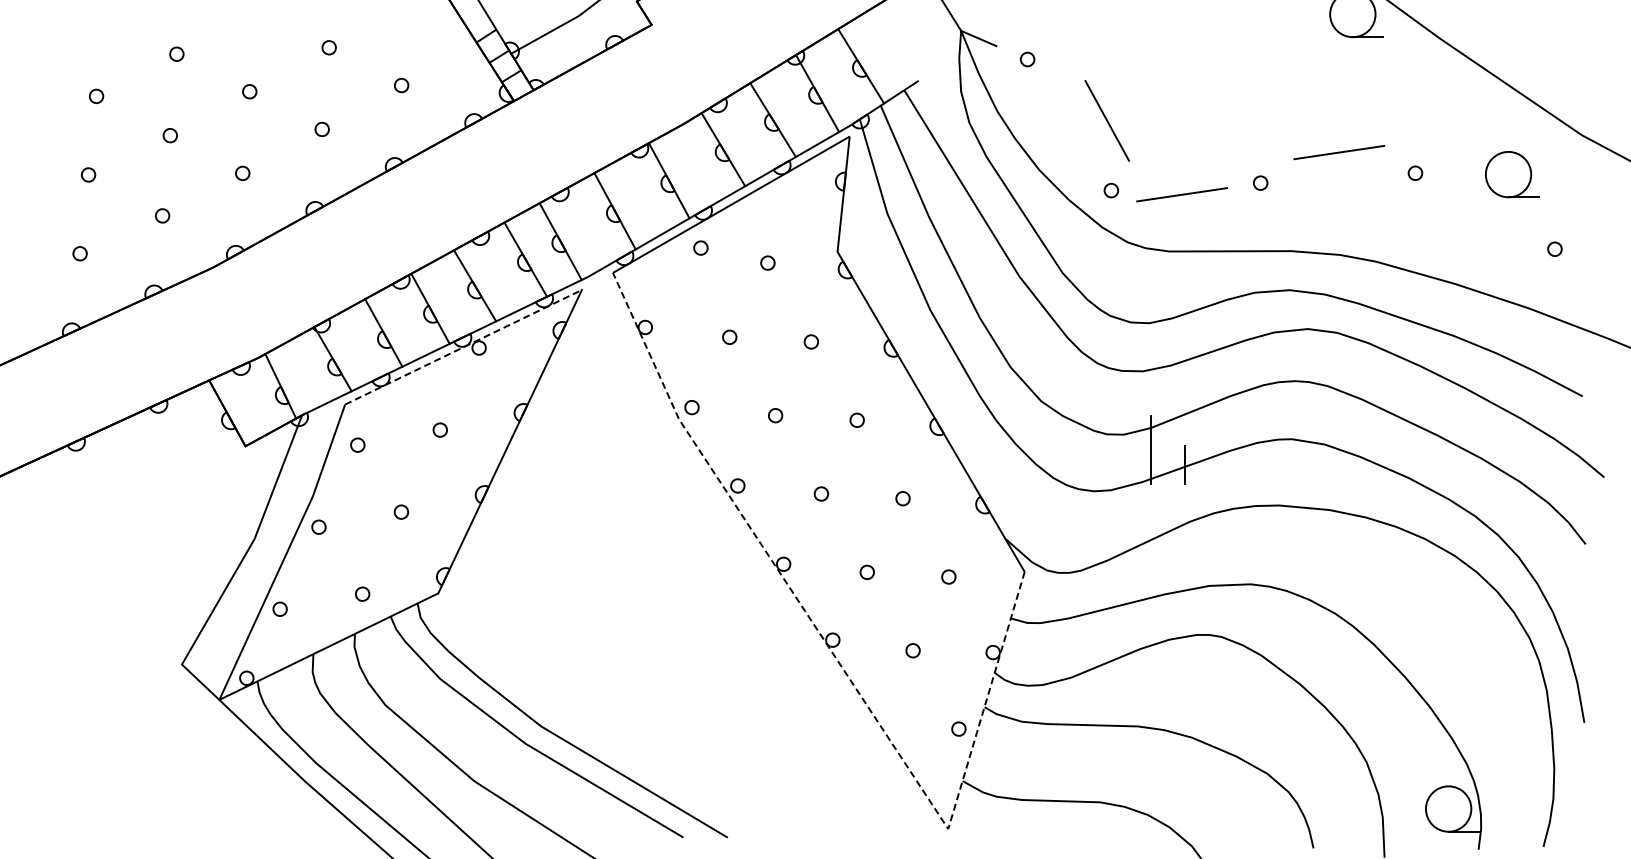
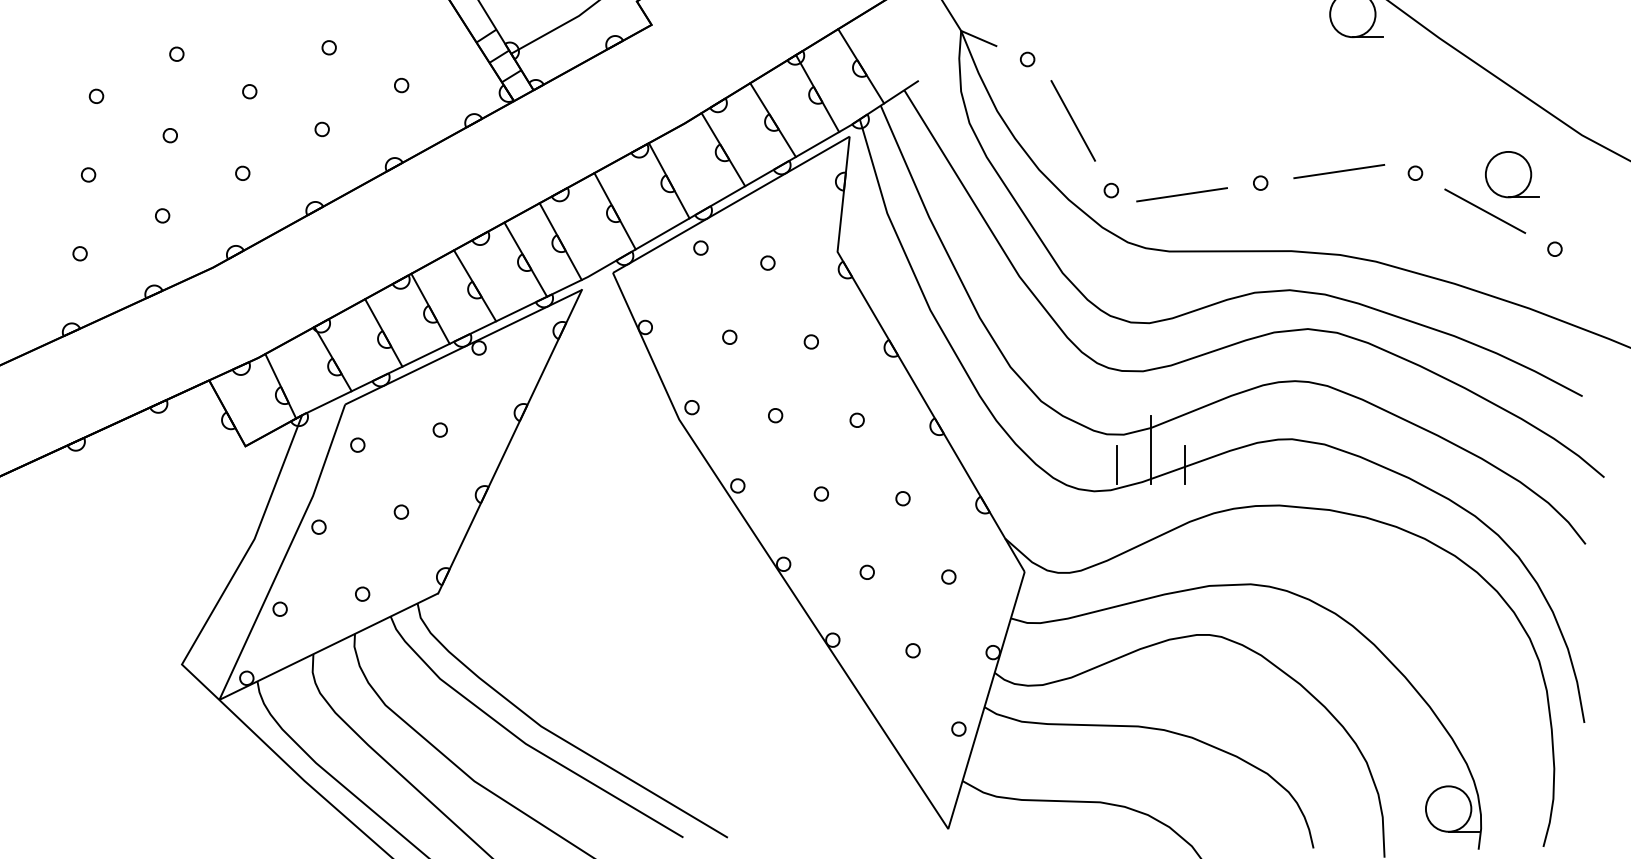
line at (1106, 120) position: (1106, 120) -> (1072, 120)
line at (1339, 152) position: (1339, 152) -> (1339, 171)
line at (1485, 210): none -> present
line at (463, 347): dashed -> solid
line at (1116, 464): none -> present
line at (843, 669): dashed -> solid
